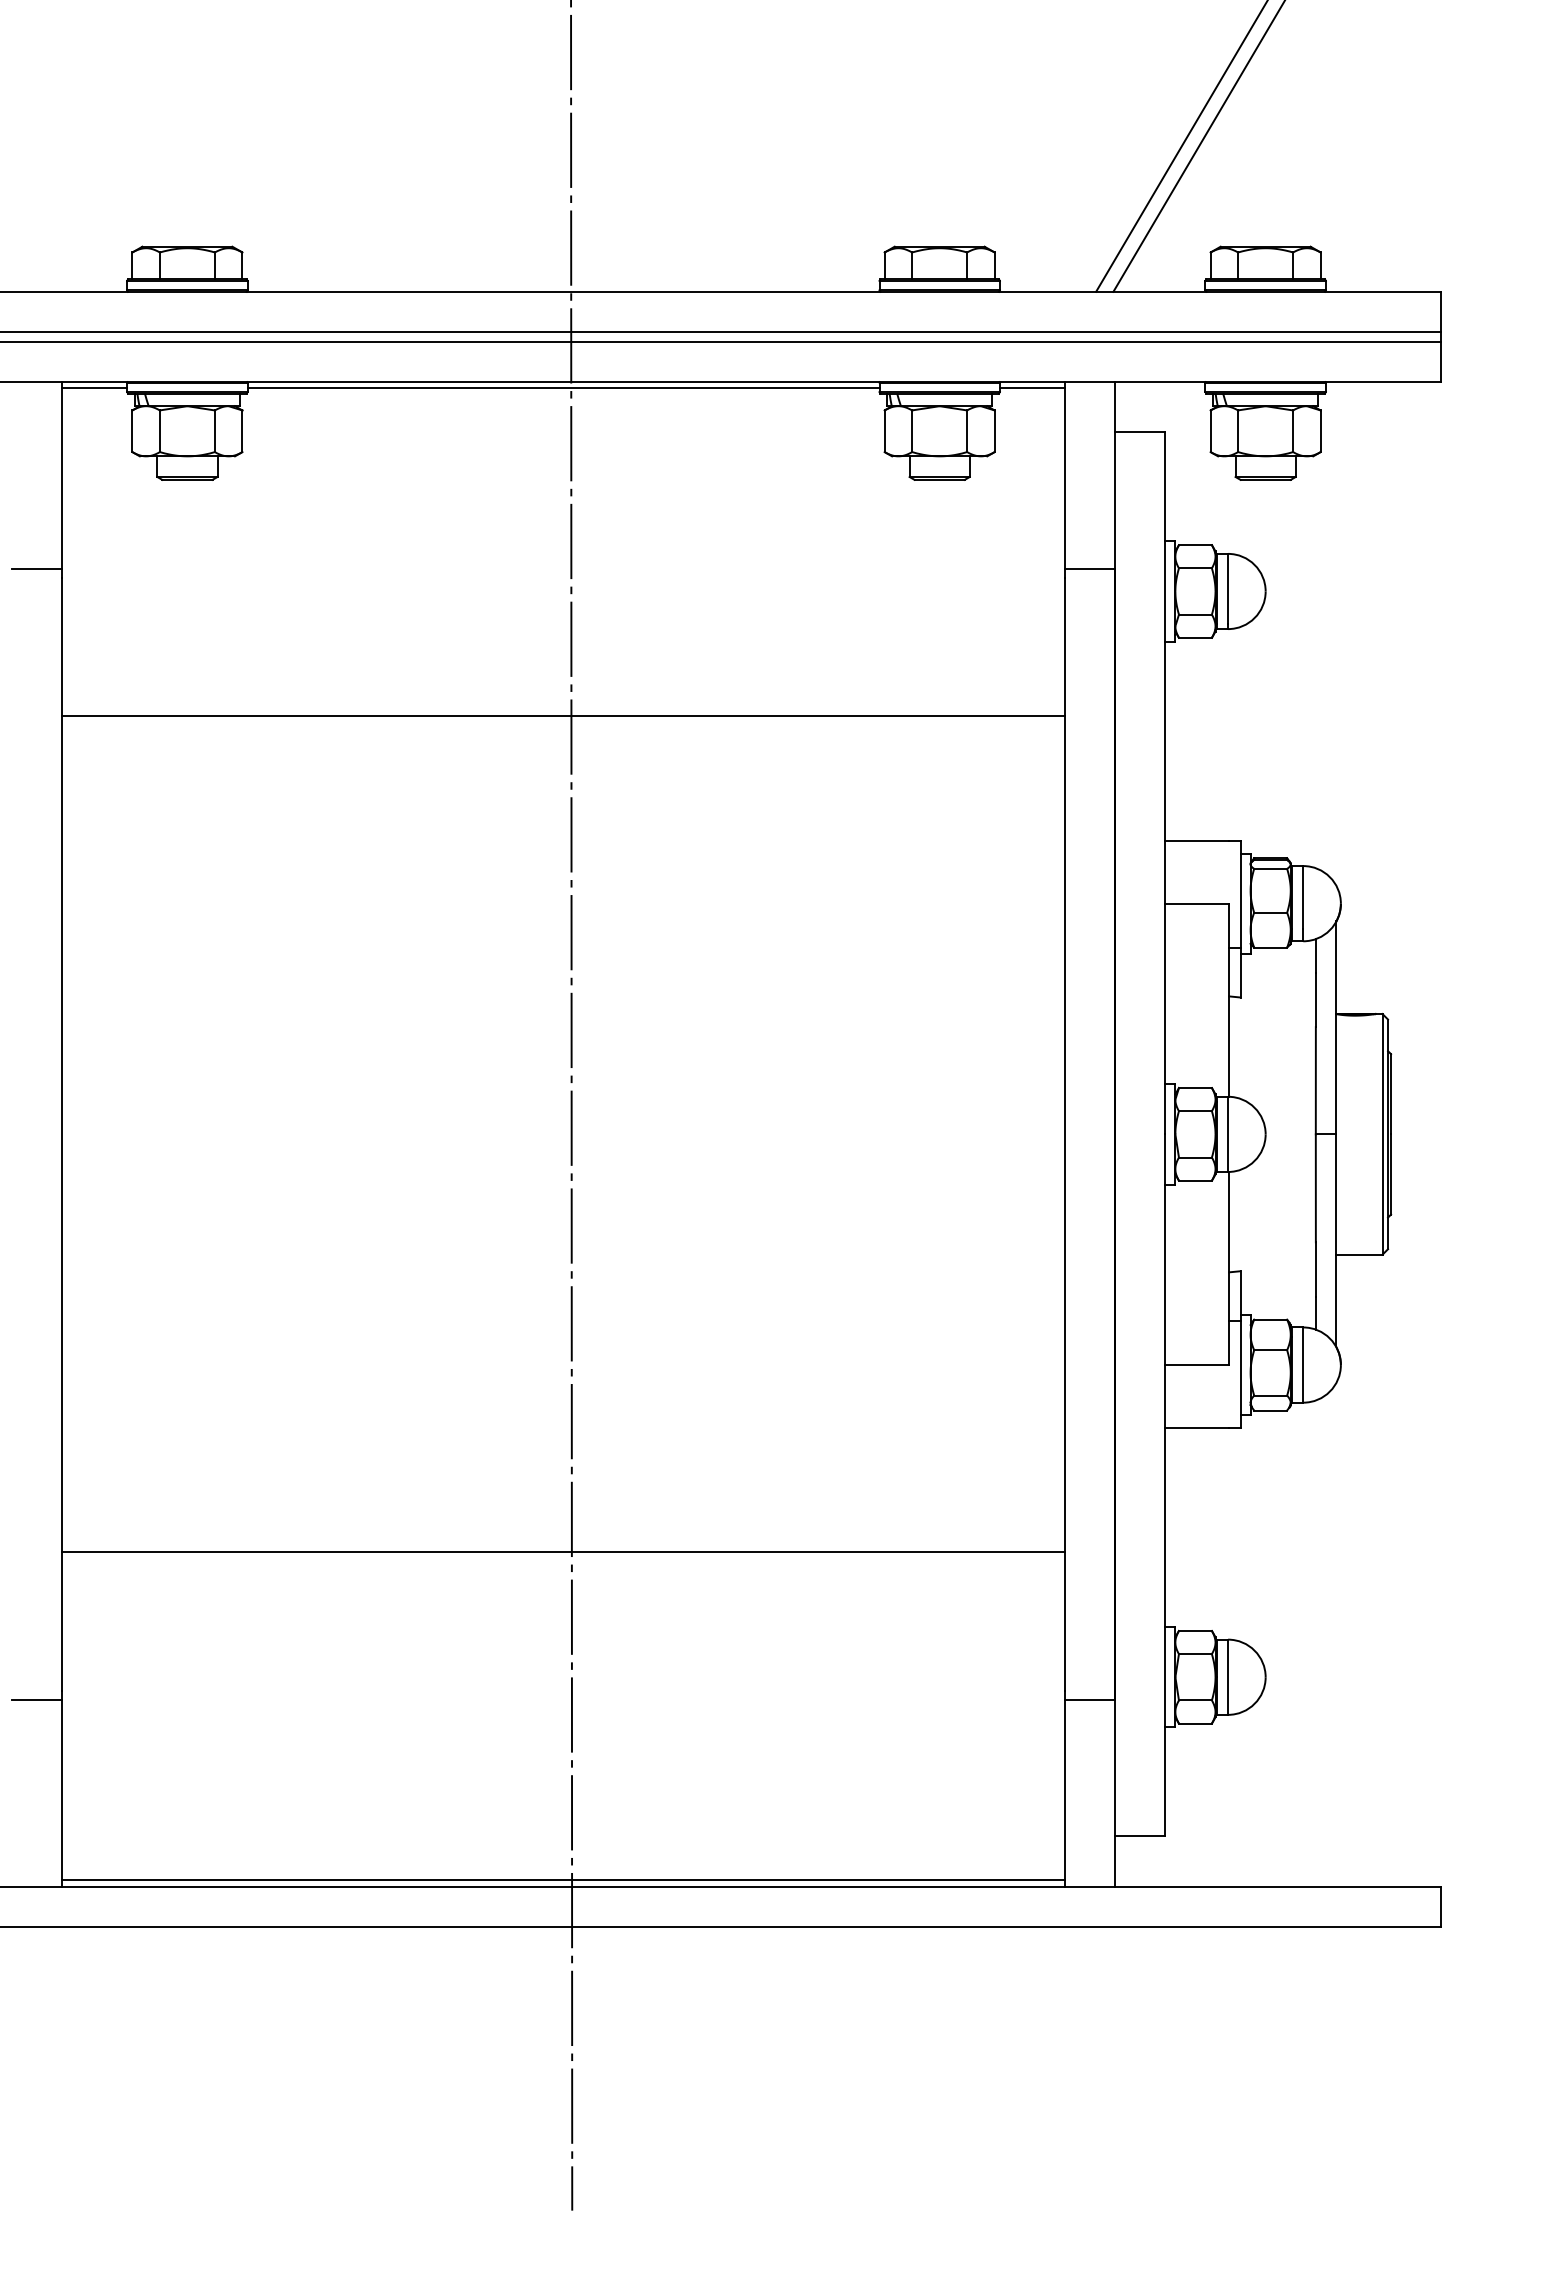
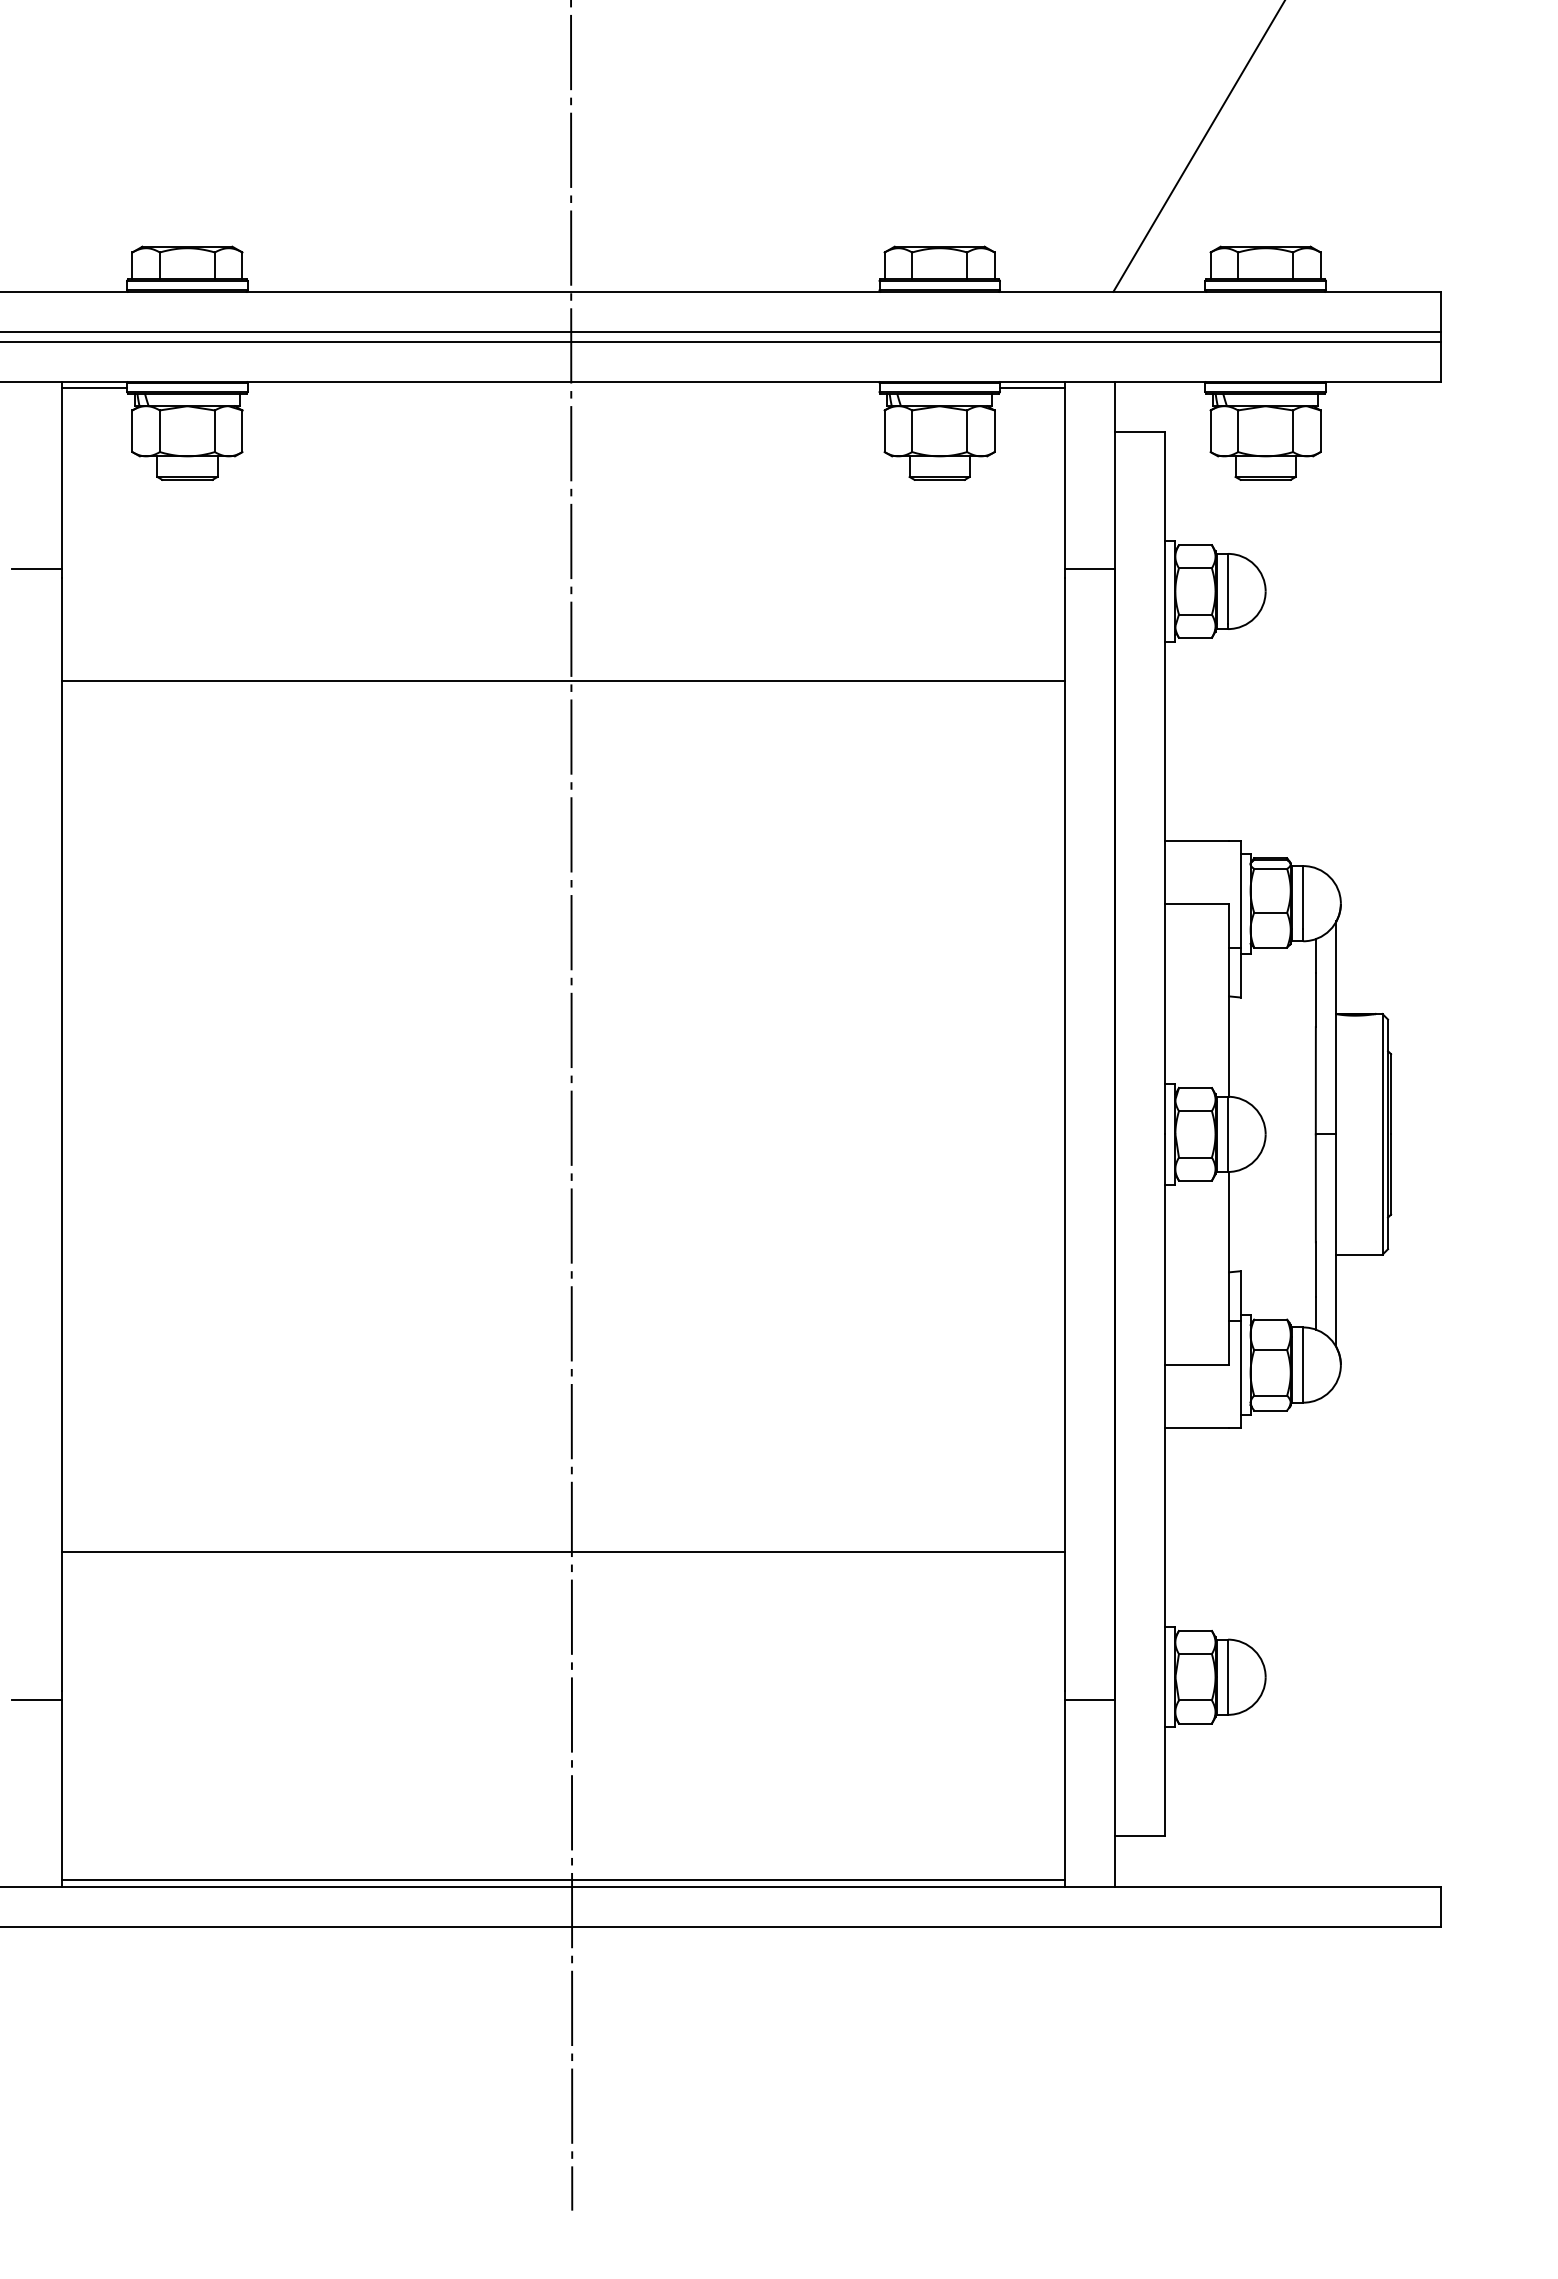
line at (1181, 146): present -> none
line at (563, 388): present -> none
line at (563, 716) position: (563, 716) -> (563, 681)
